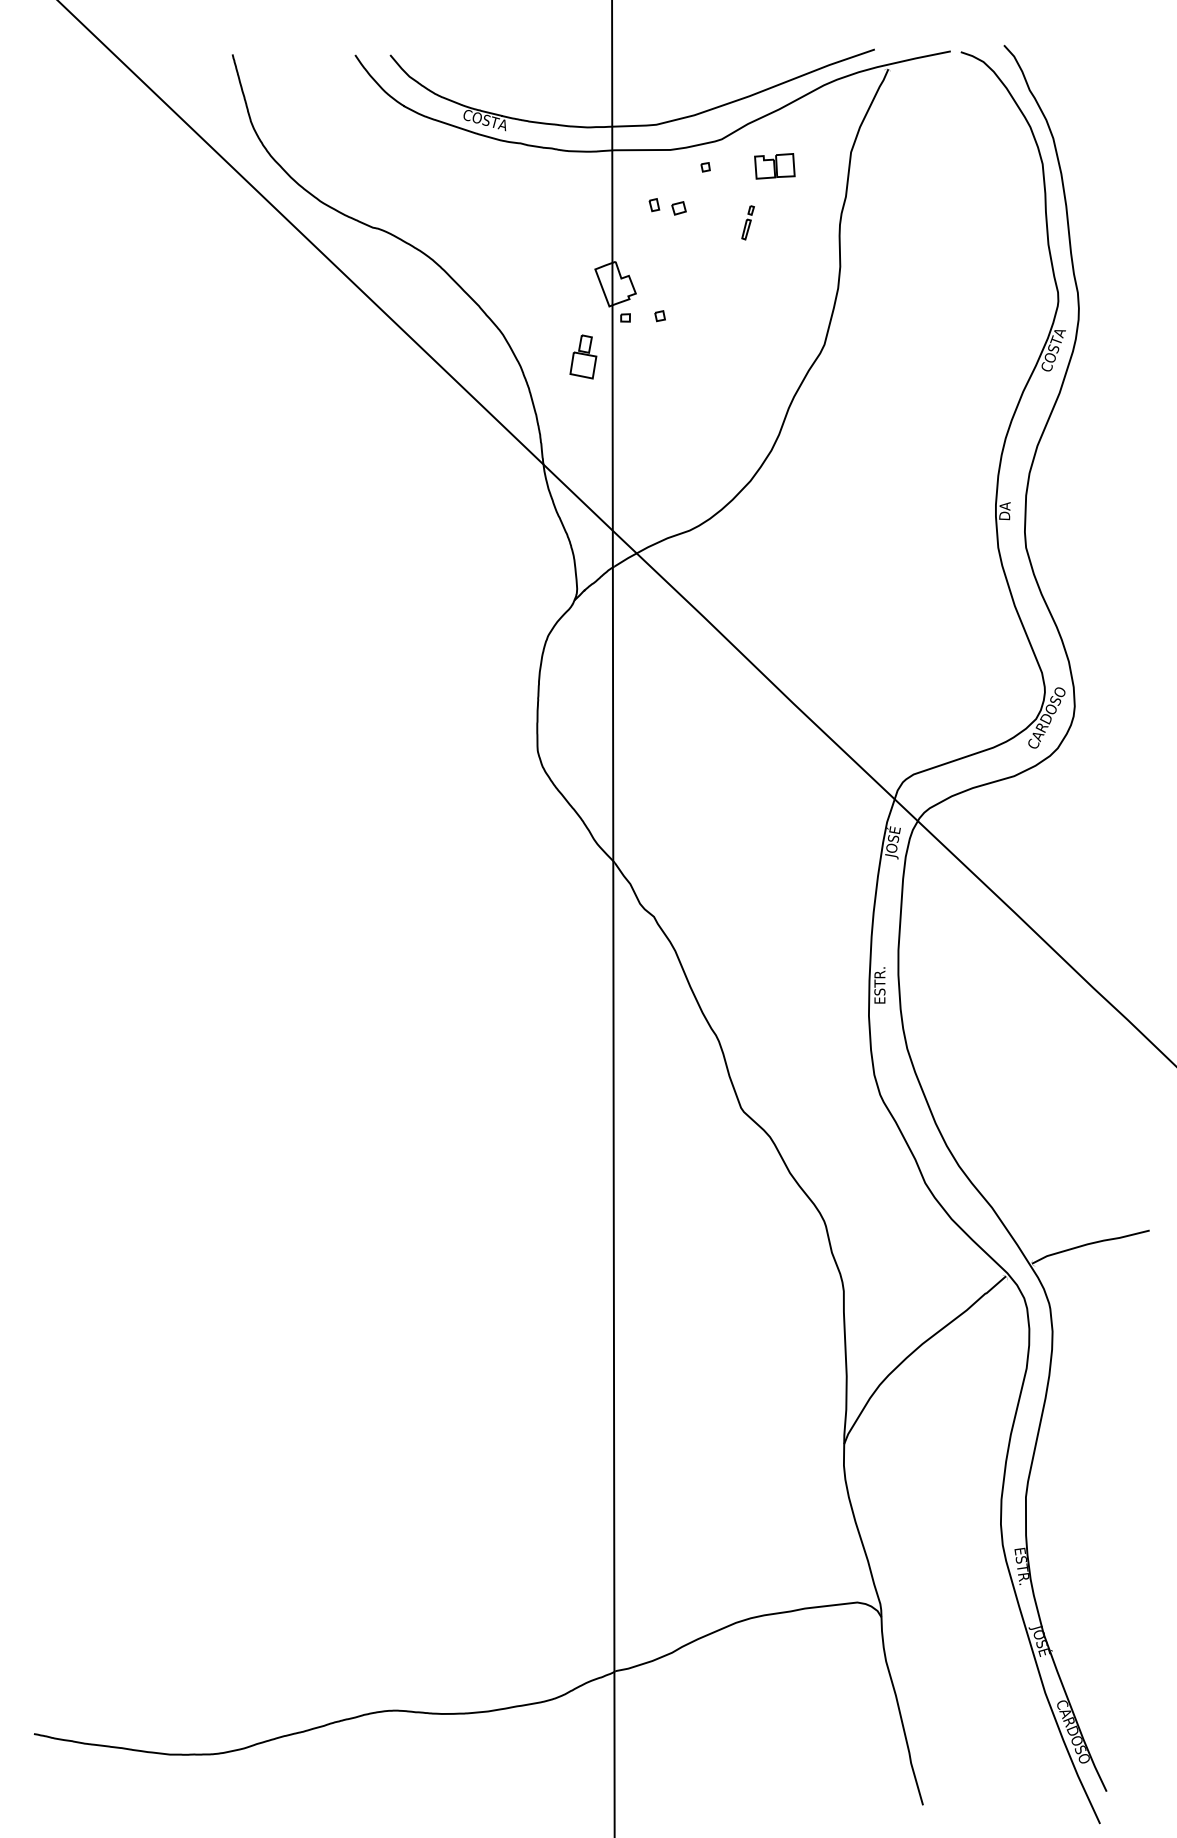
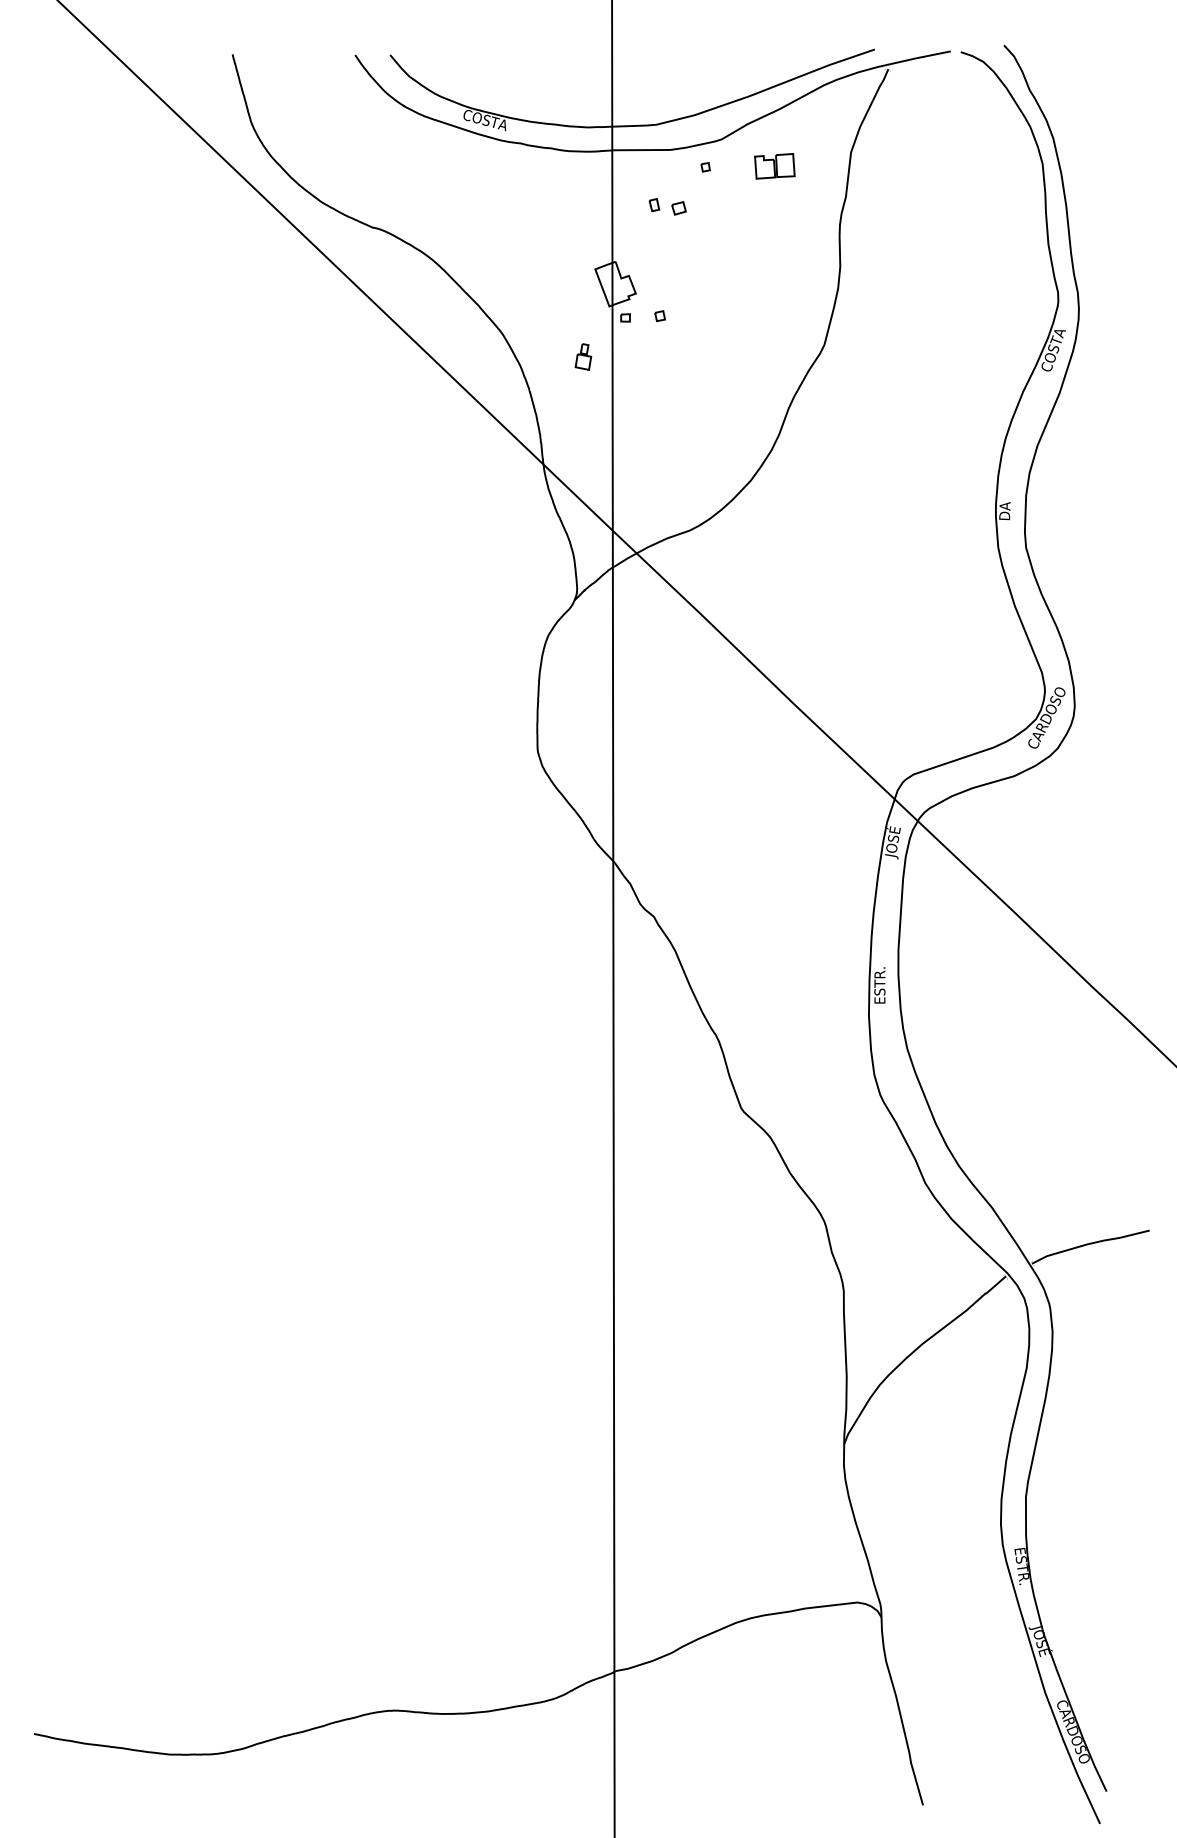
part at (747, 222): present -> none
part at (583, 356) size: 29x46 px -> 19x28 px
